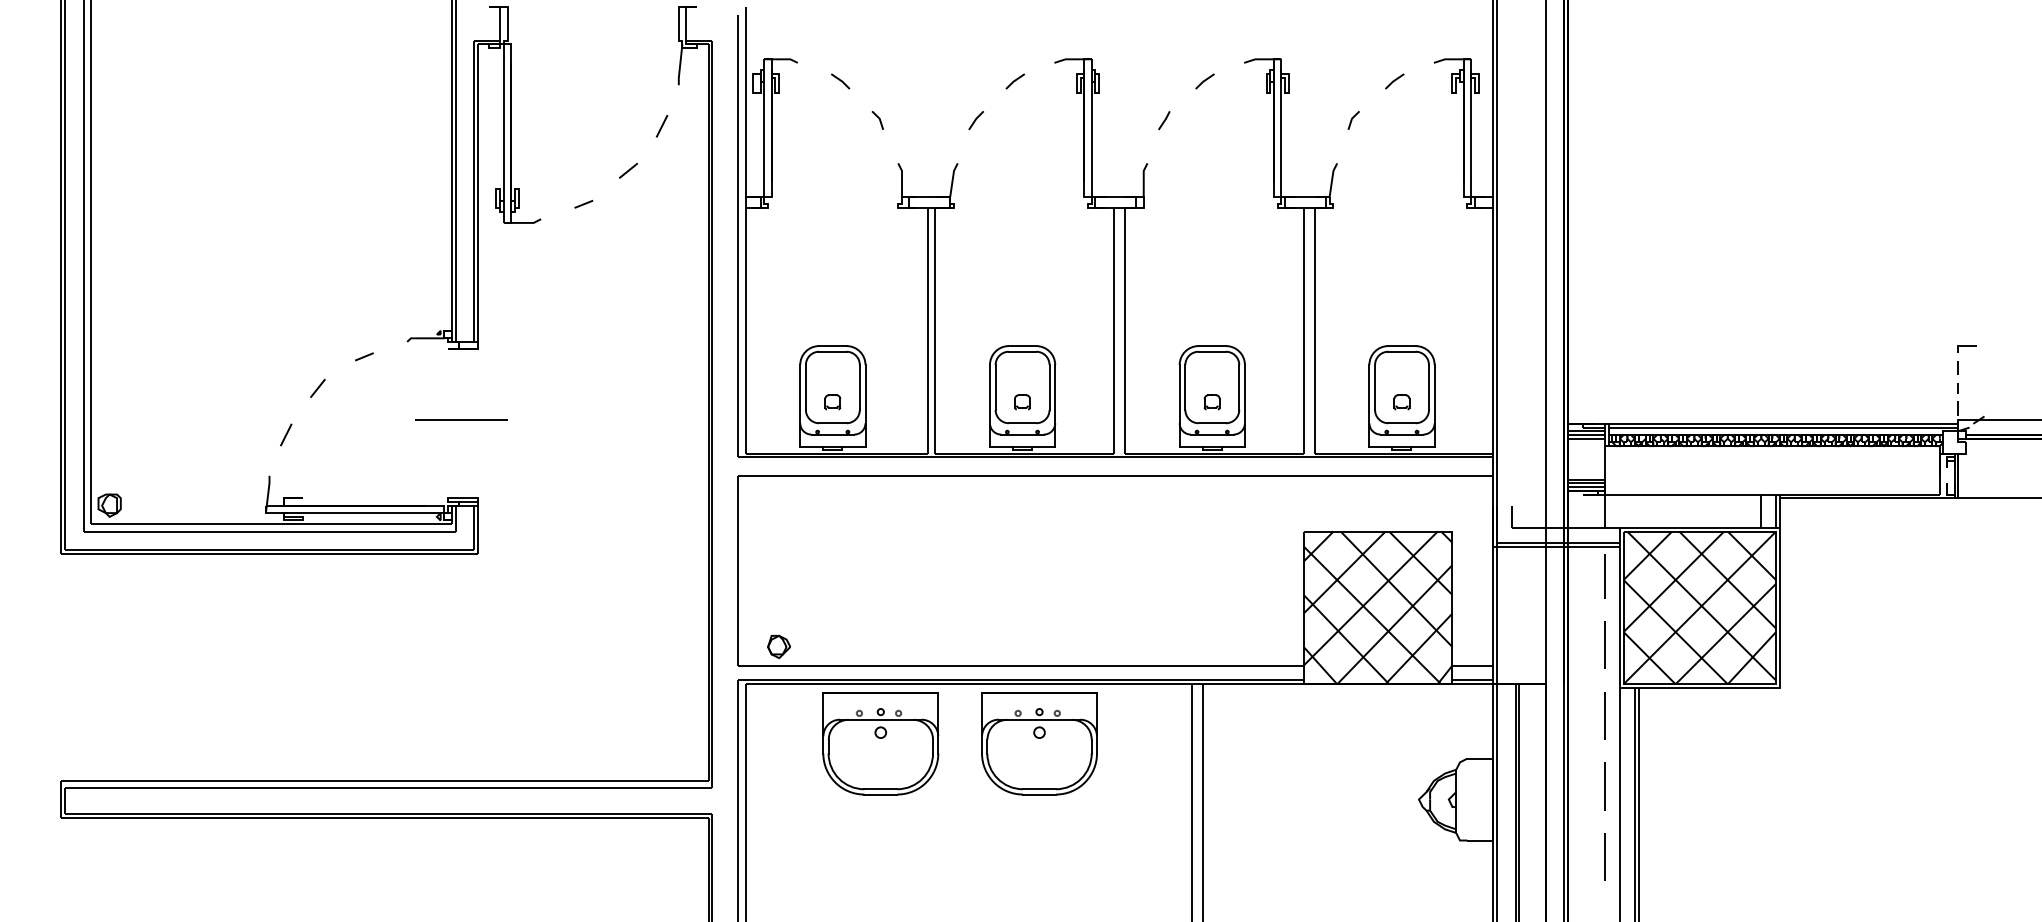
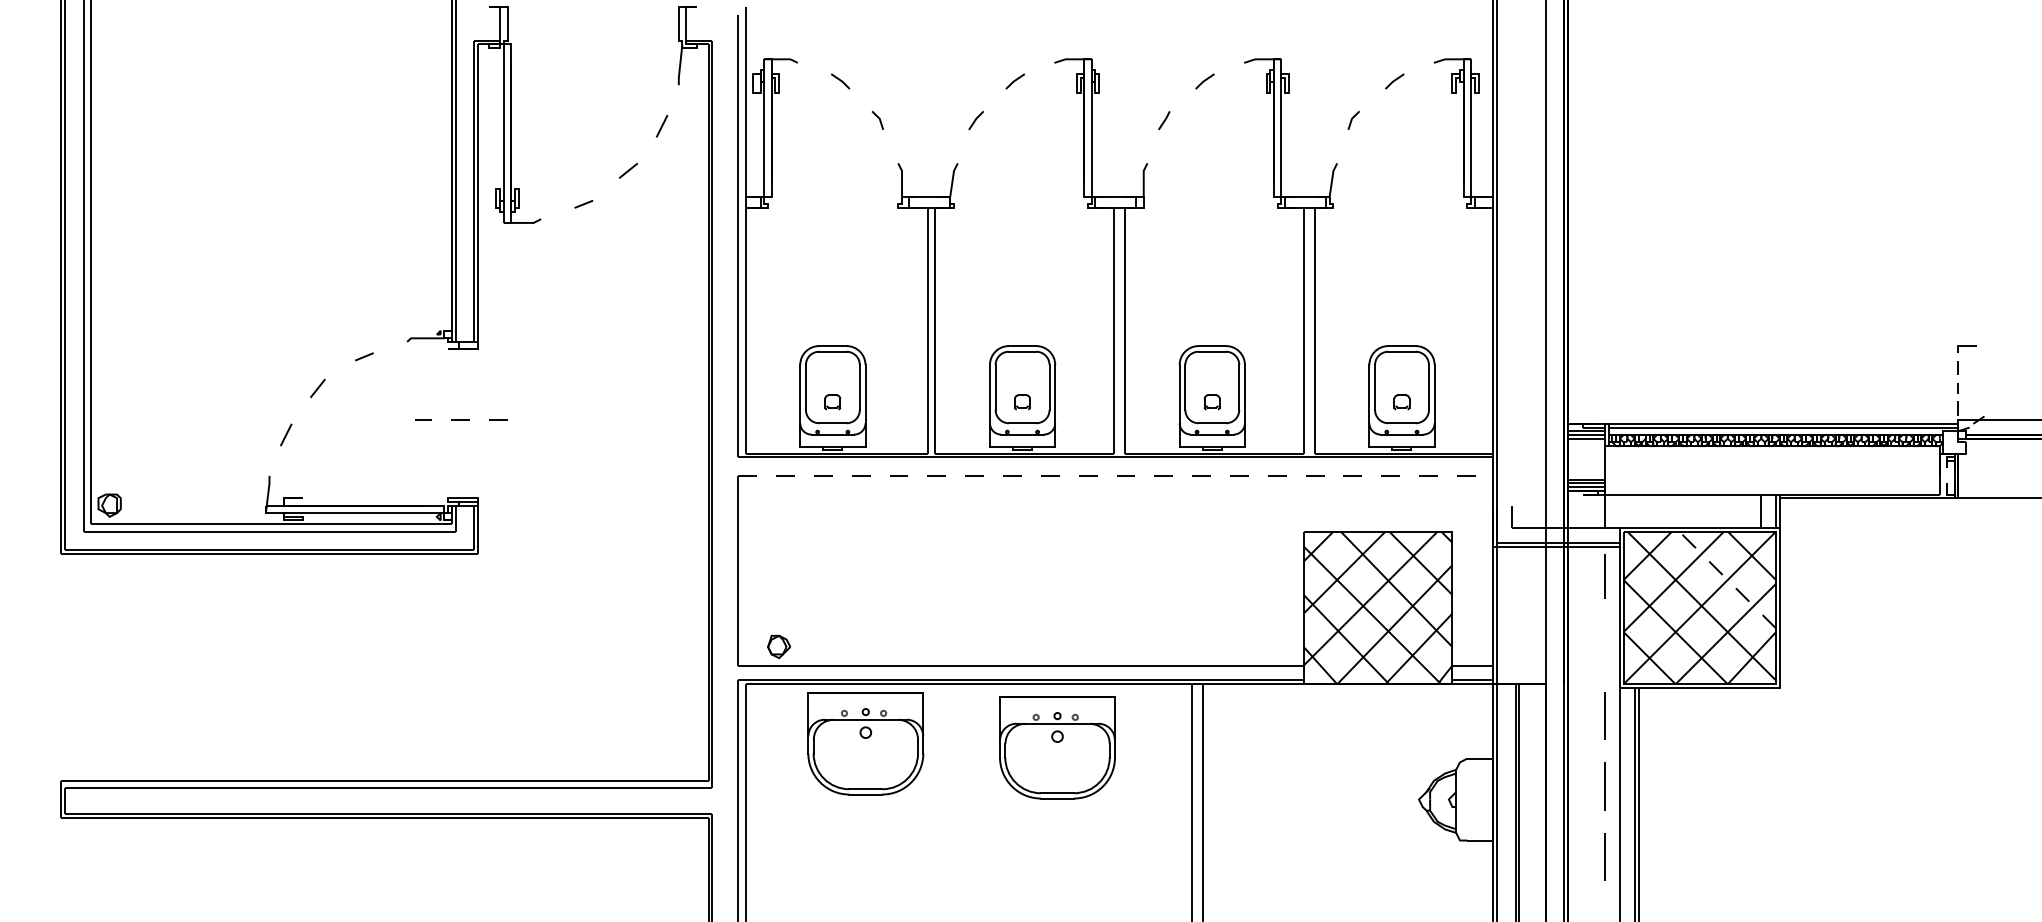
line at (461, 420): solid -> dashed
line at (1115, 475): solid -> dashed
line at (1727, 579): solid -> dashed
line at (1604, 644): present -> none
part at (880, 743) position: (880, 743) -> (865, 743)
part at (1039, 743) position: (1039, 743) -> (1057, 747)
